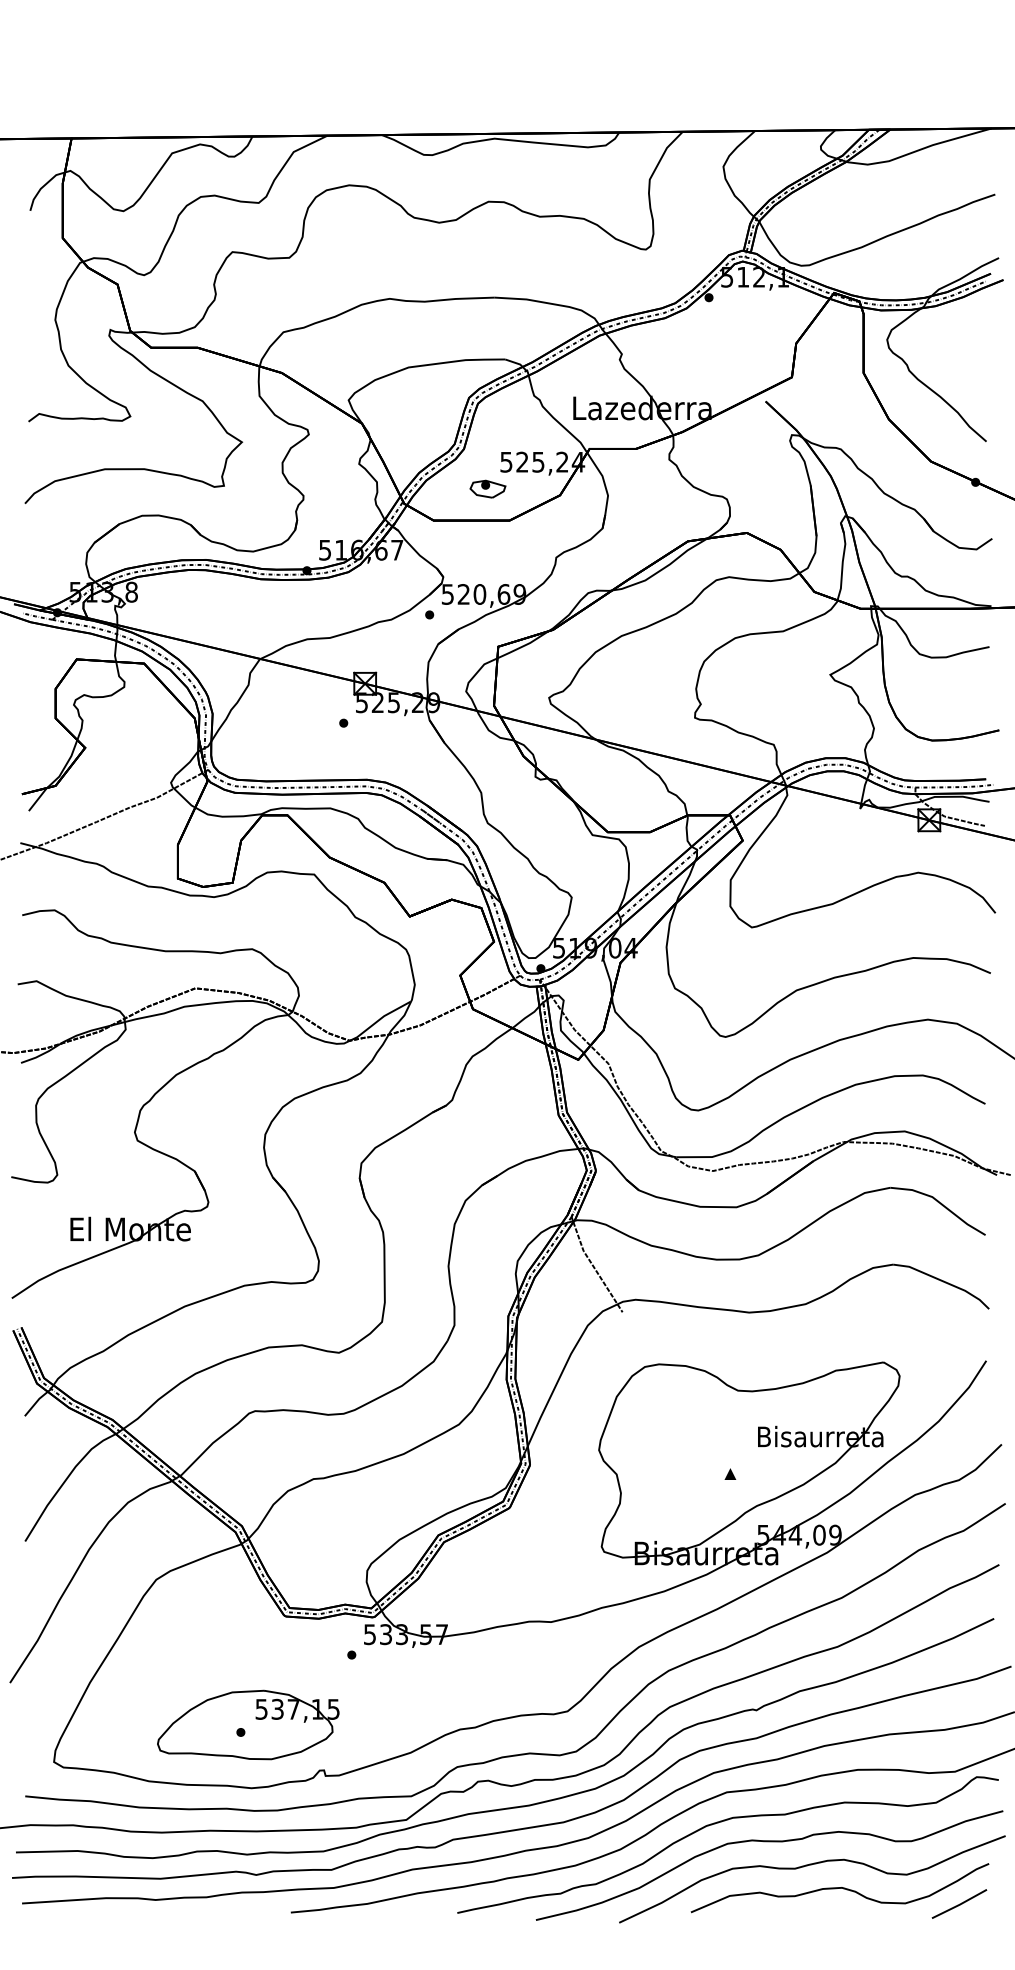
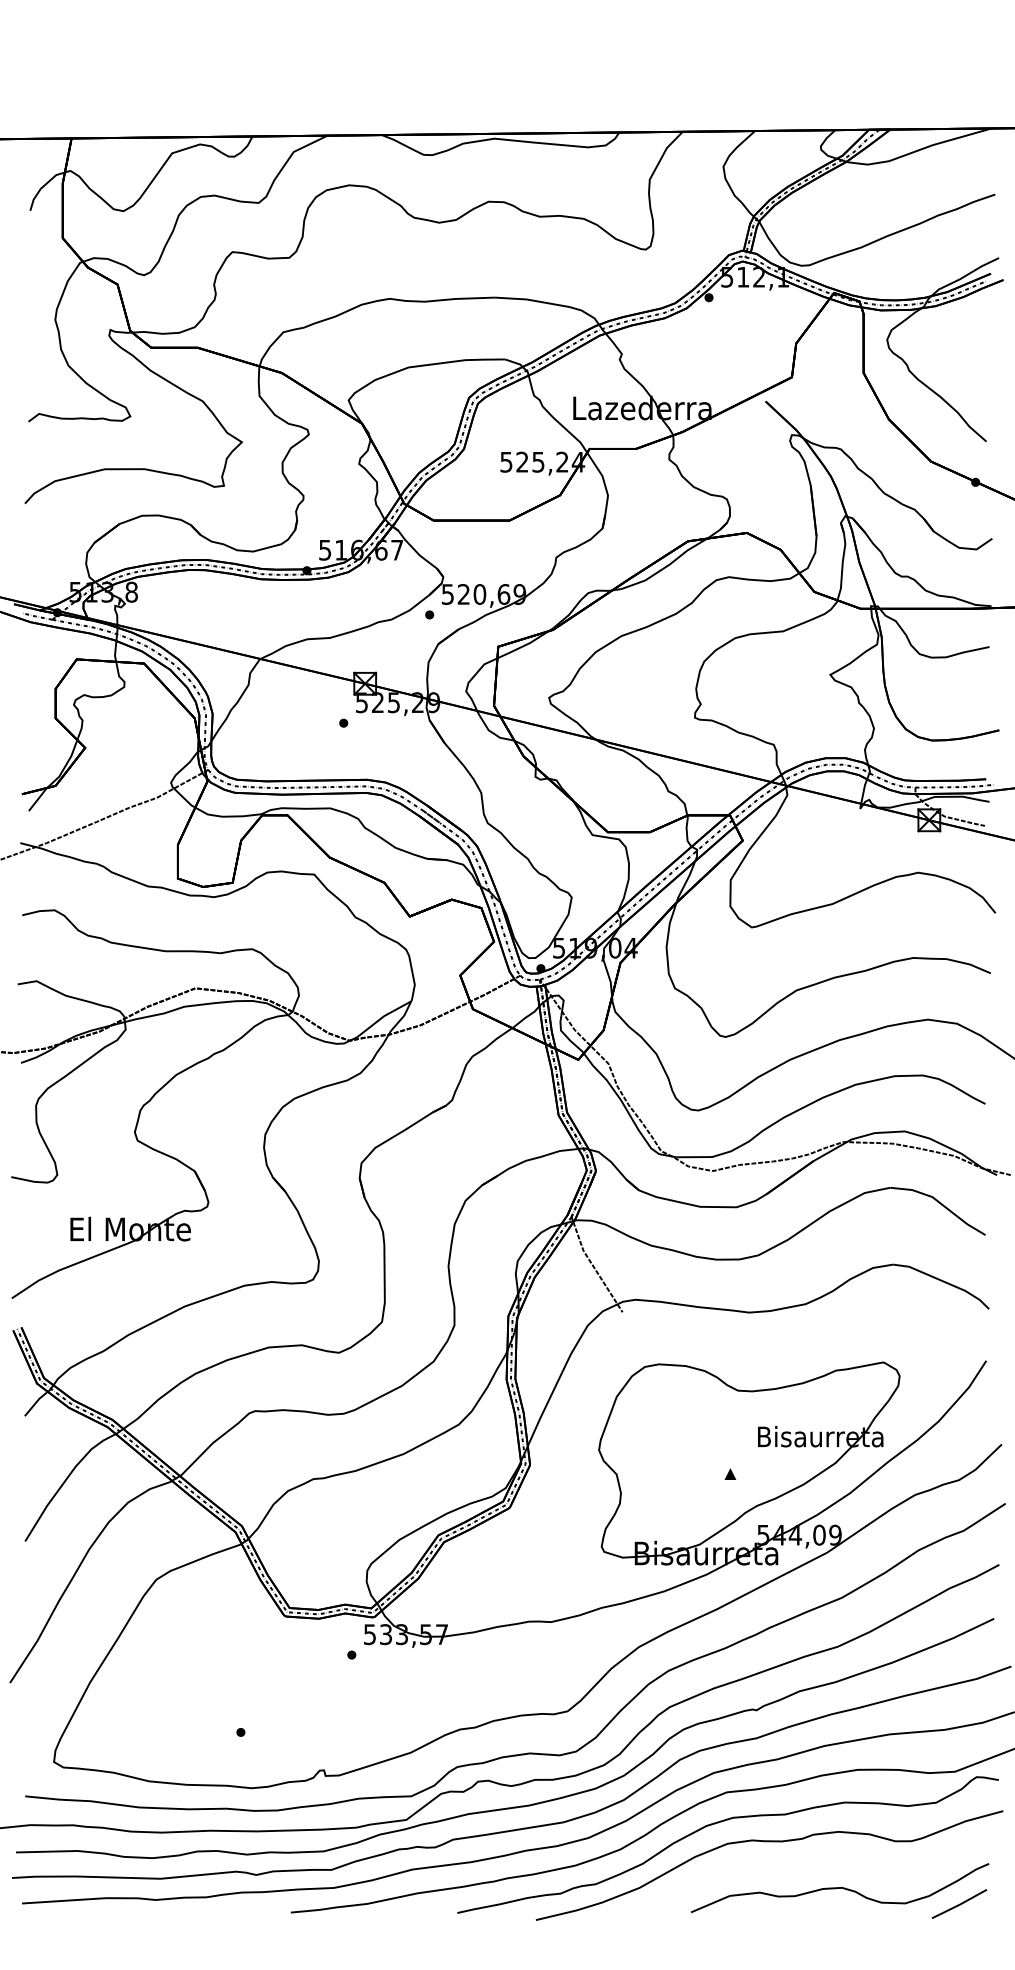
part at (487, 488): present -> none
part at (248, 1724): present -> none
curve at (807, 1866): present -> none
